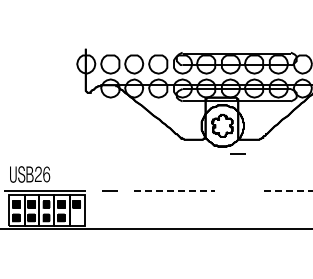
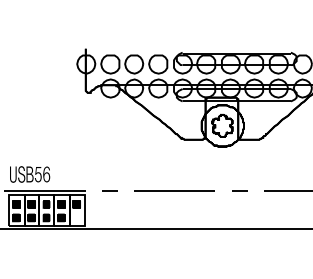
line at (237, 153) position: (237, 153) -> (239, 190)
text at (37, 174): USB26 -> USB56
line at (174, 190): dashed -> solid
line at (288, 190): dashed -> solid
